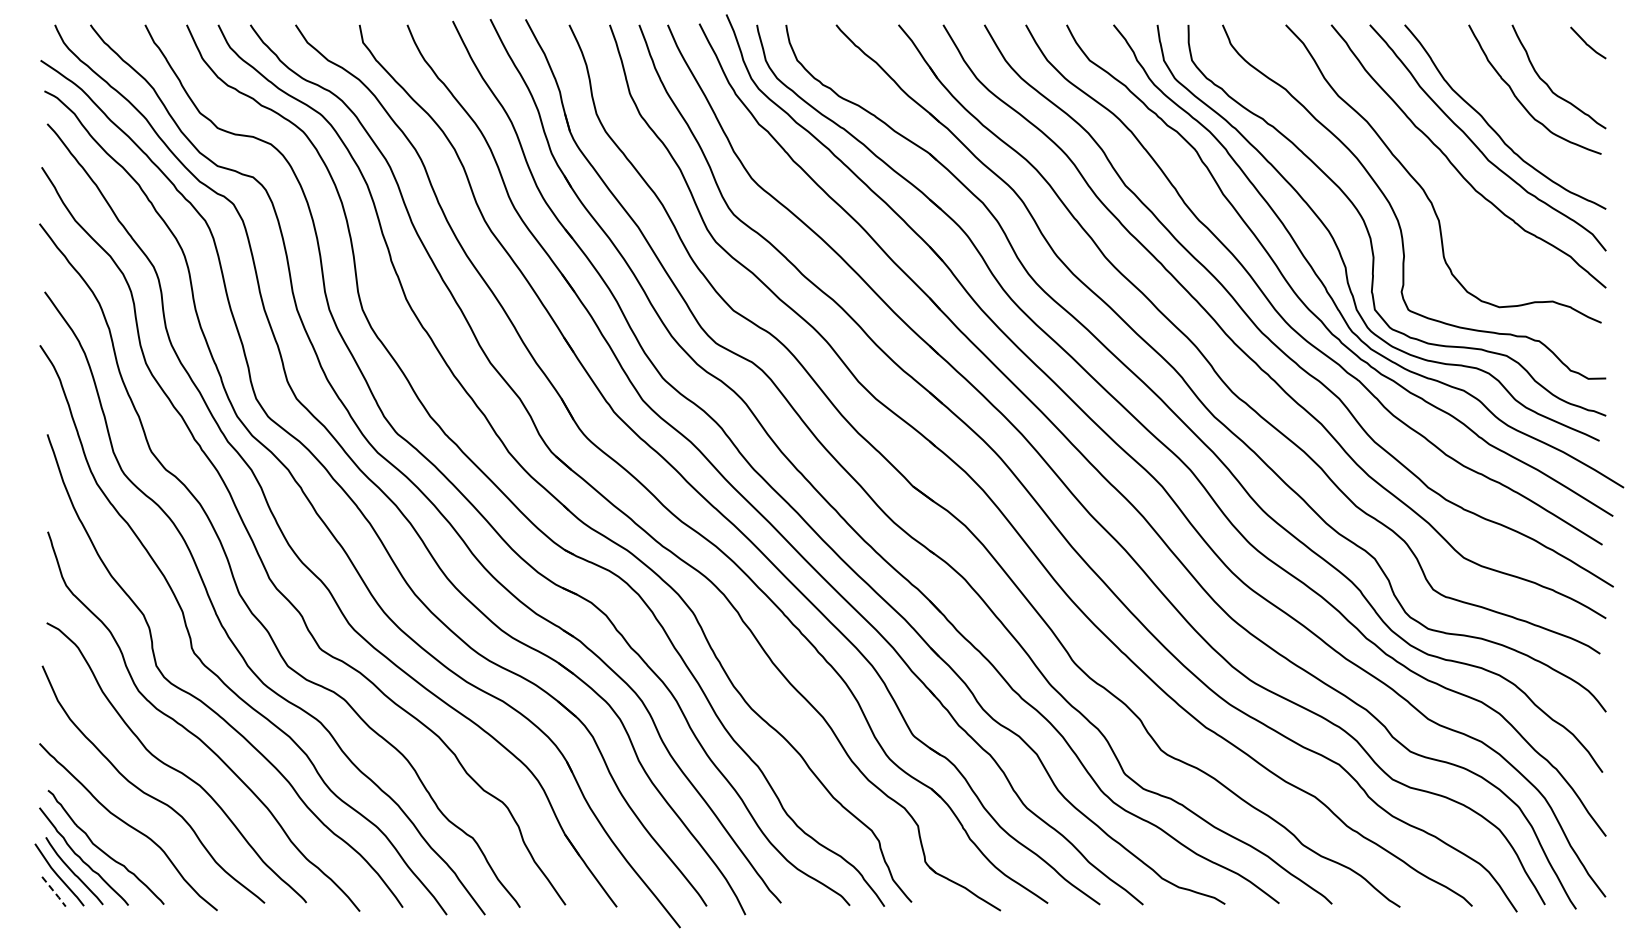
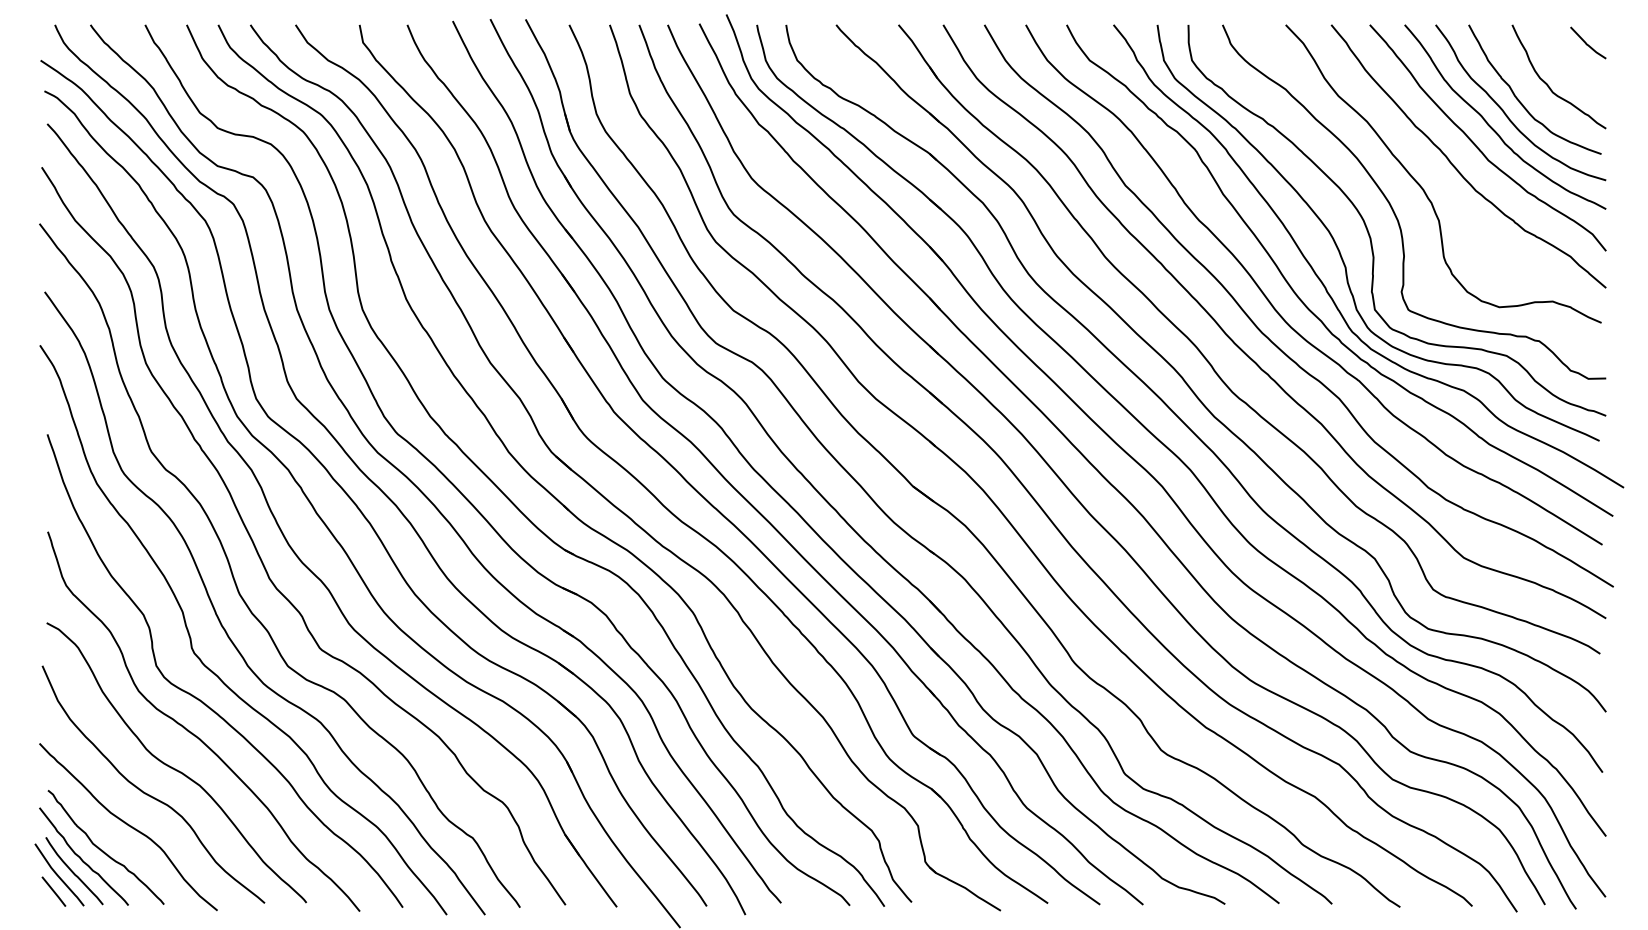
curve at (1506, 113): none -> present
line at (54, 891): dashed -> solid
